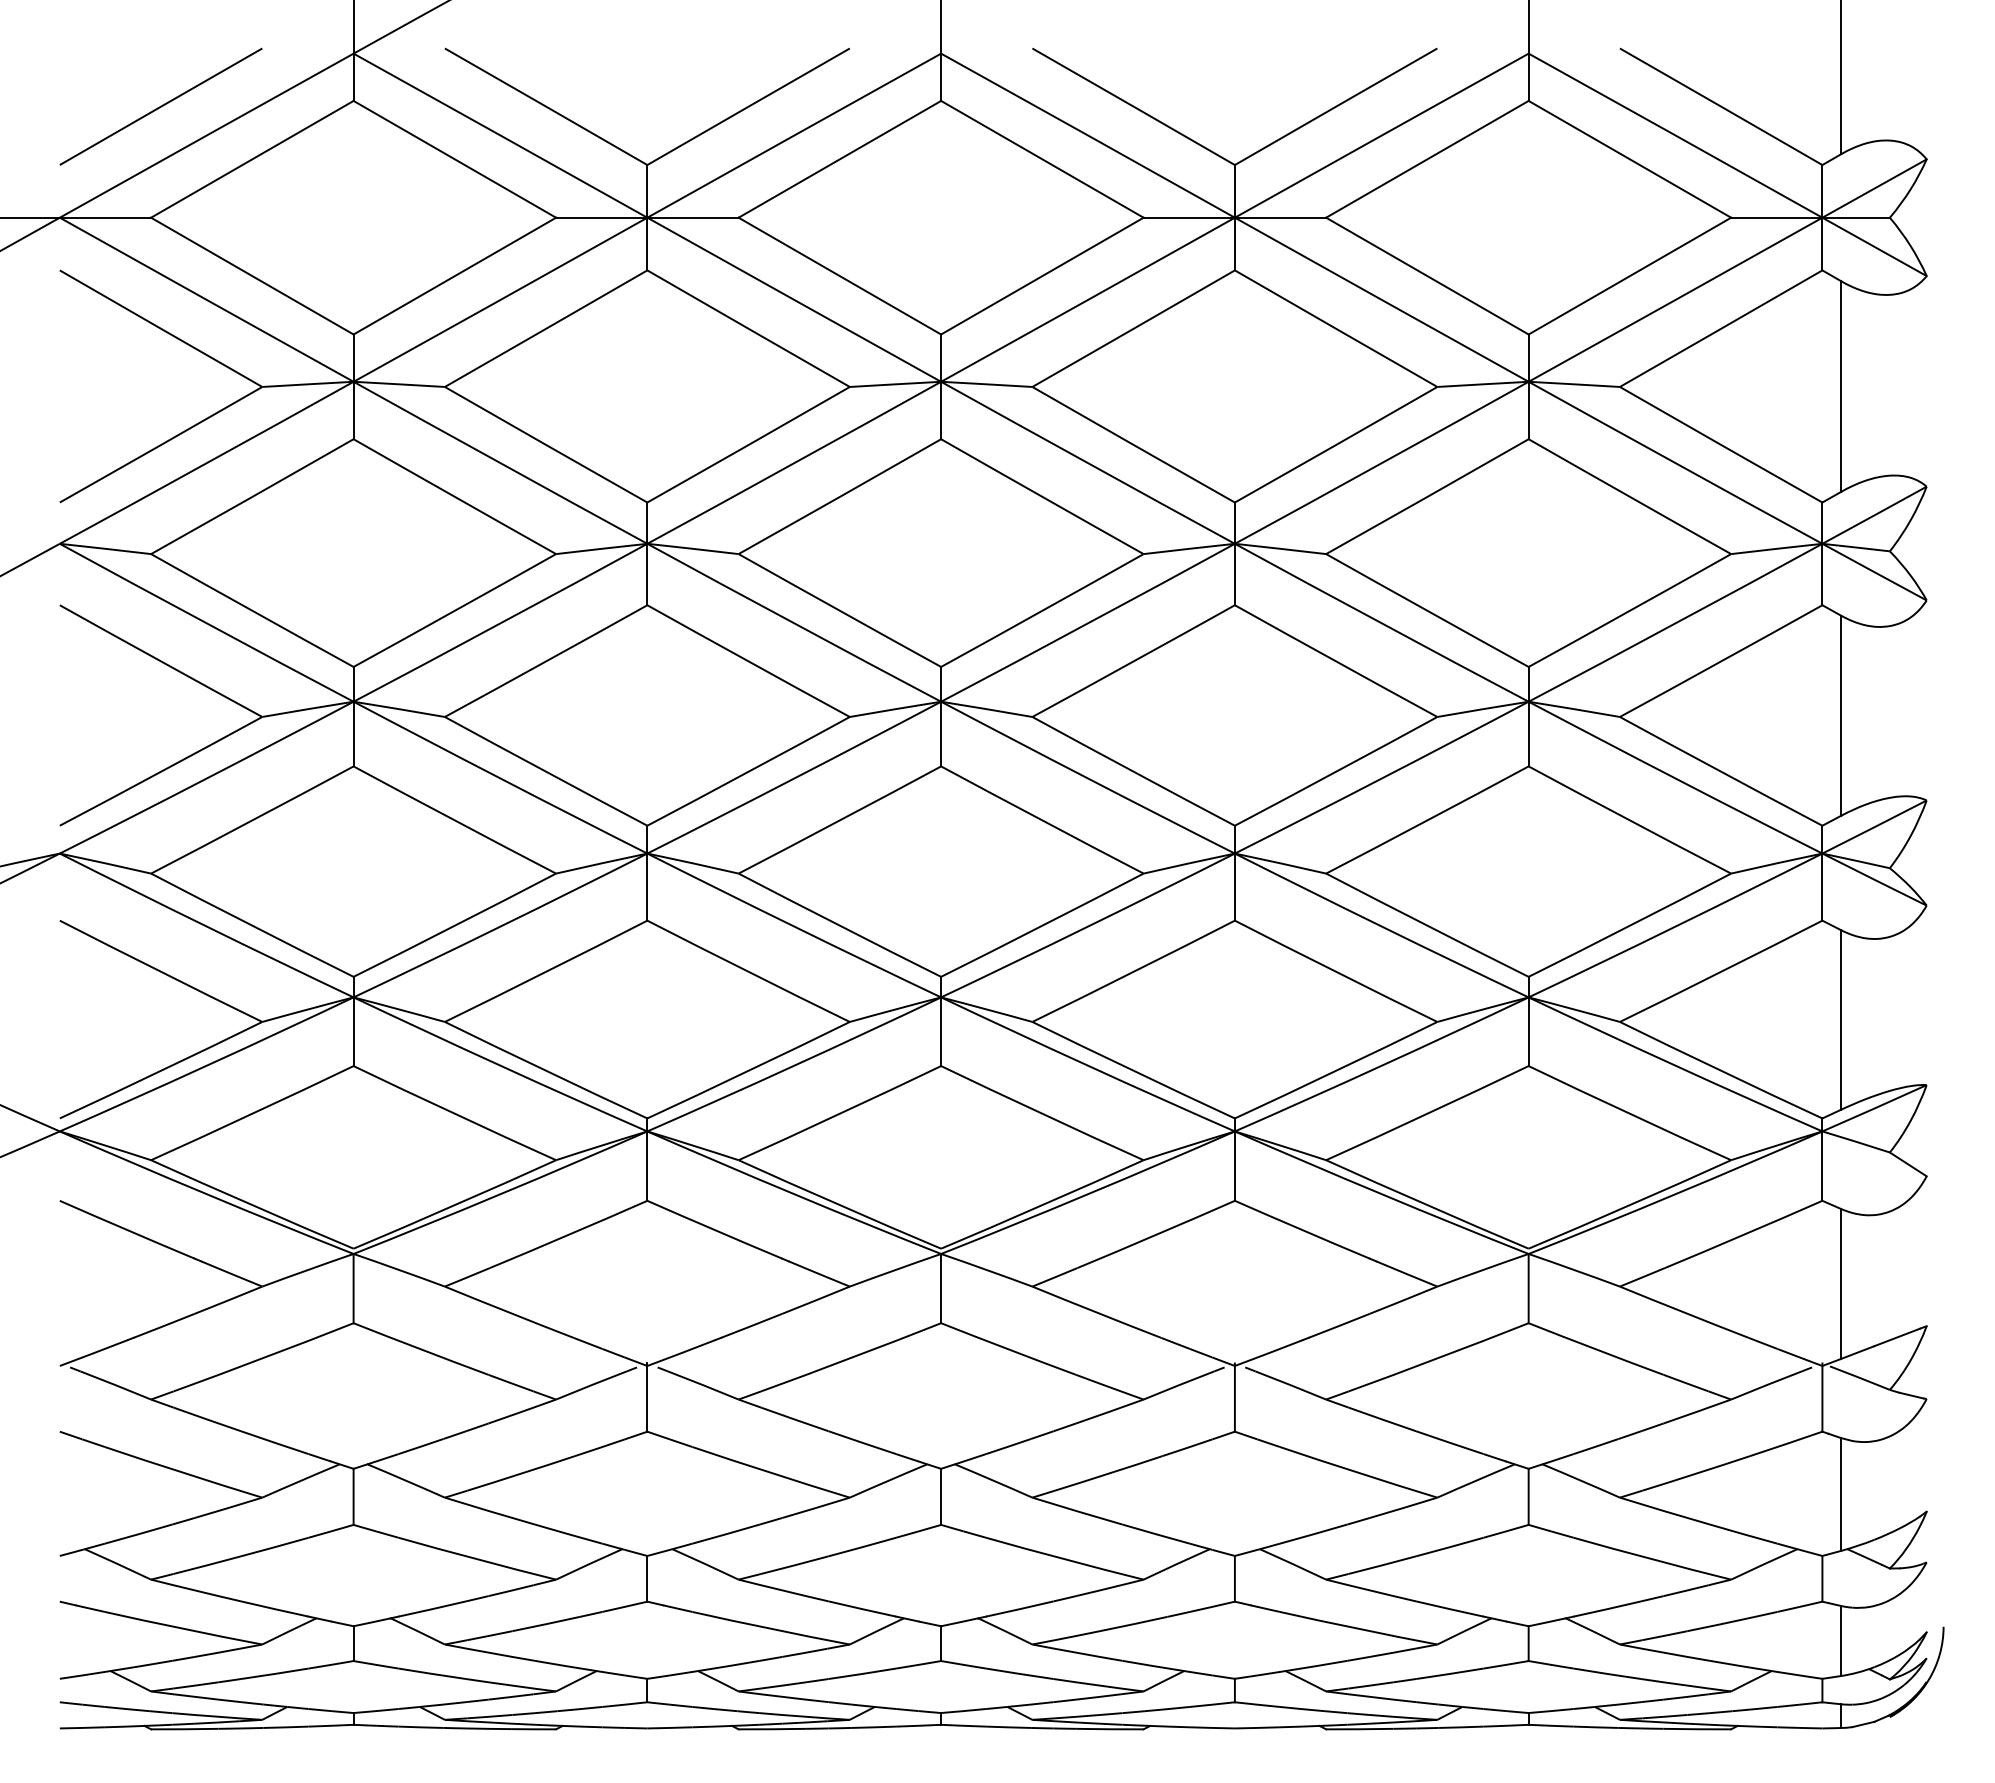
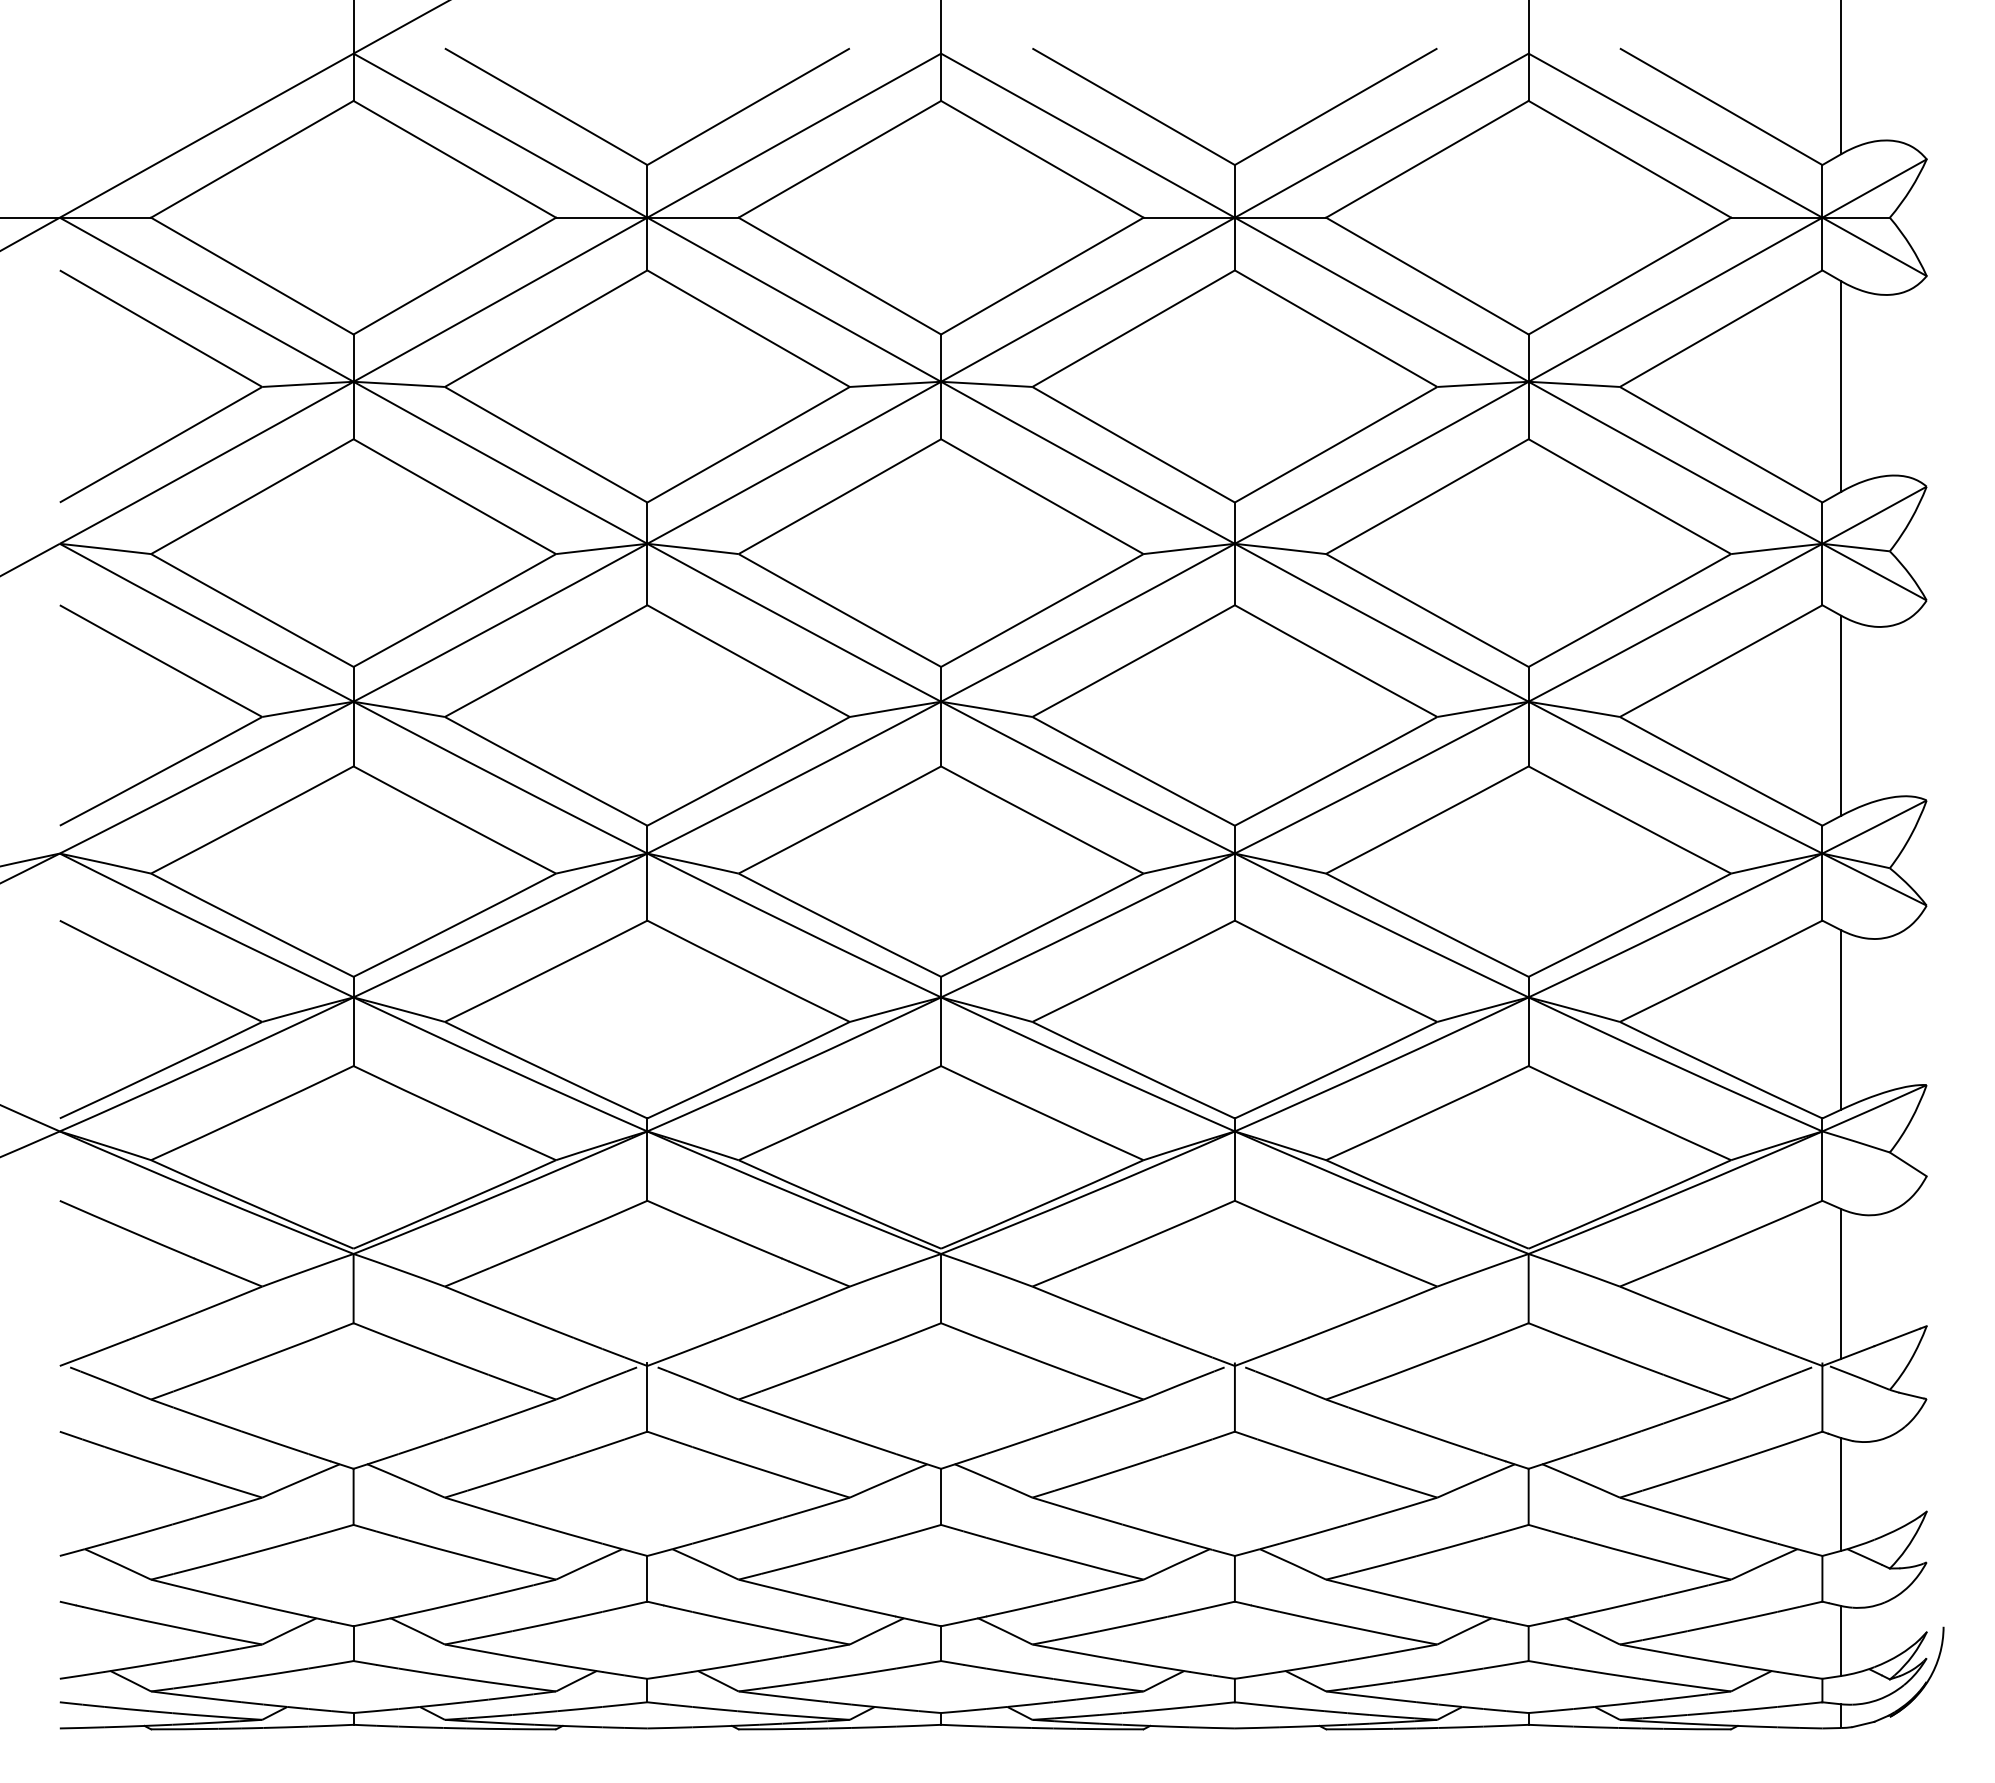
line at (160, 106): present -> none
